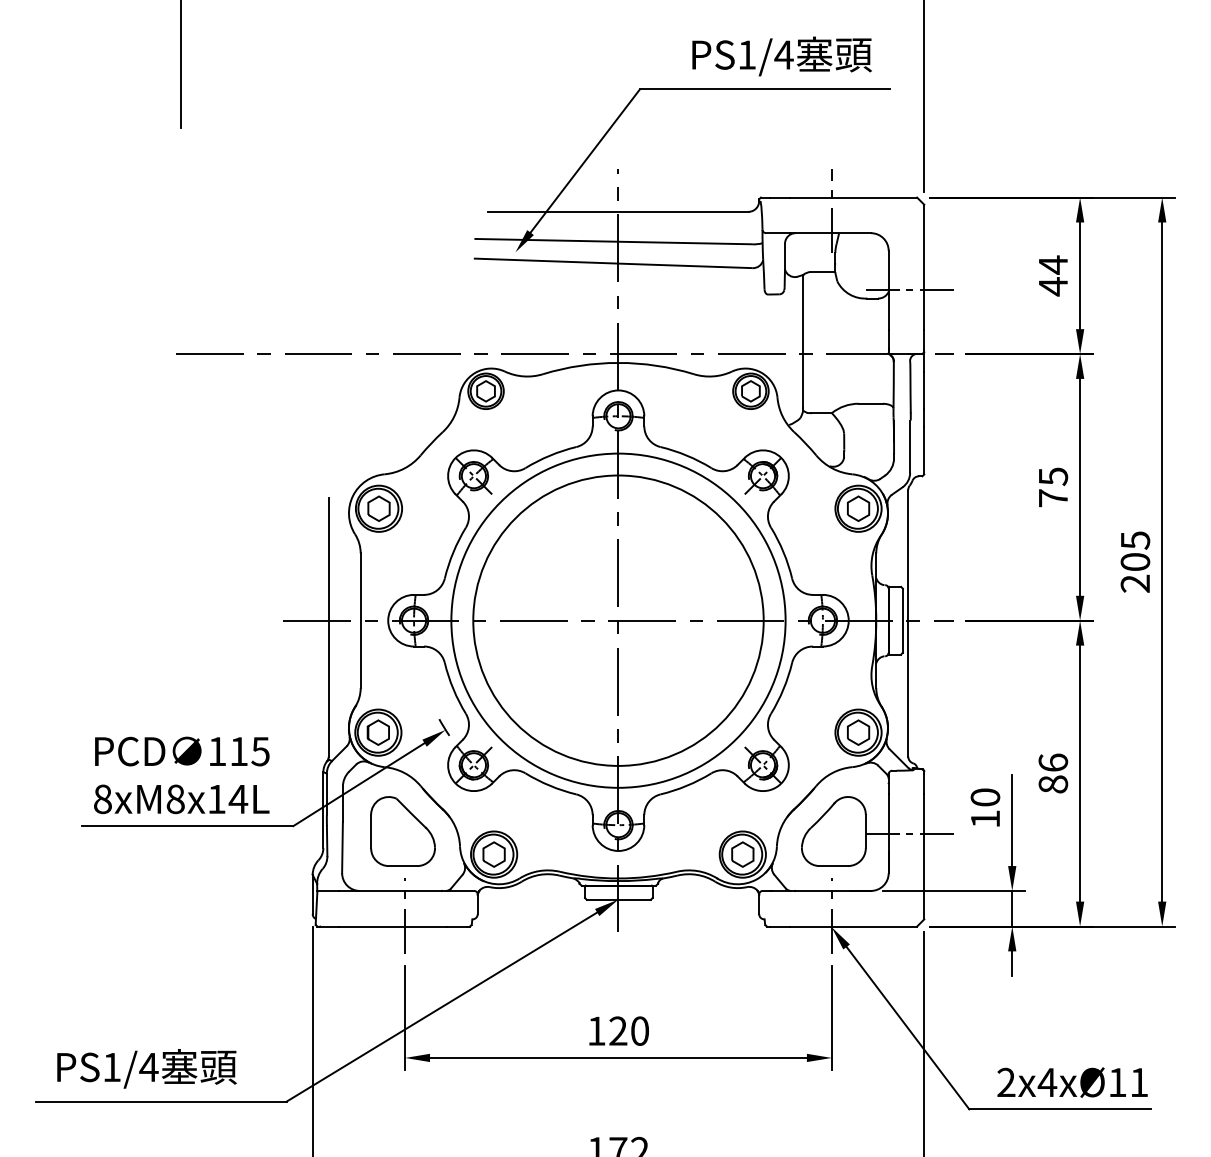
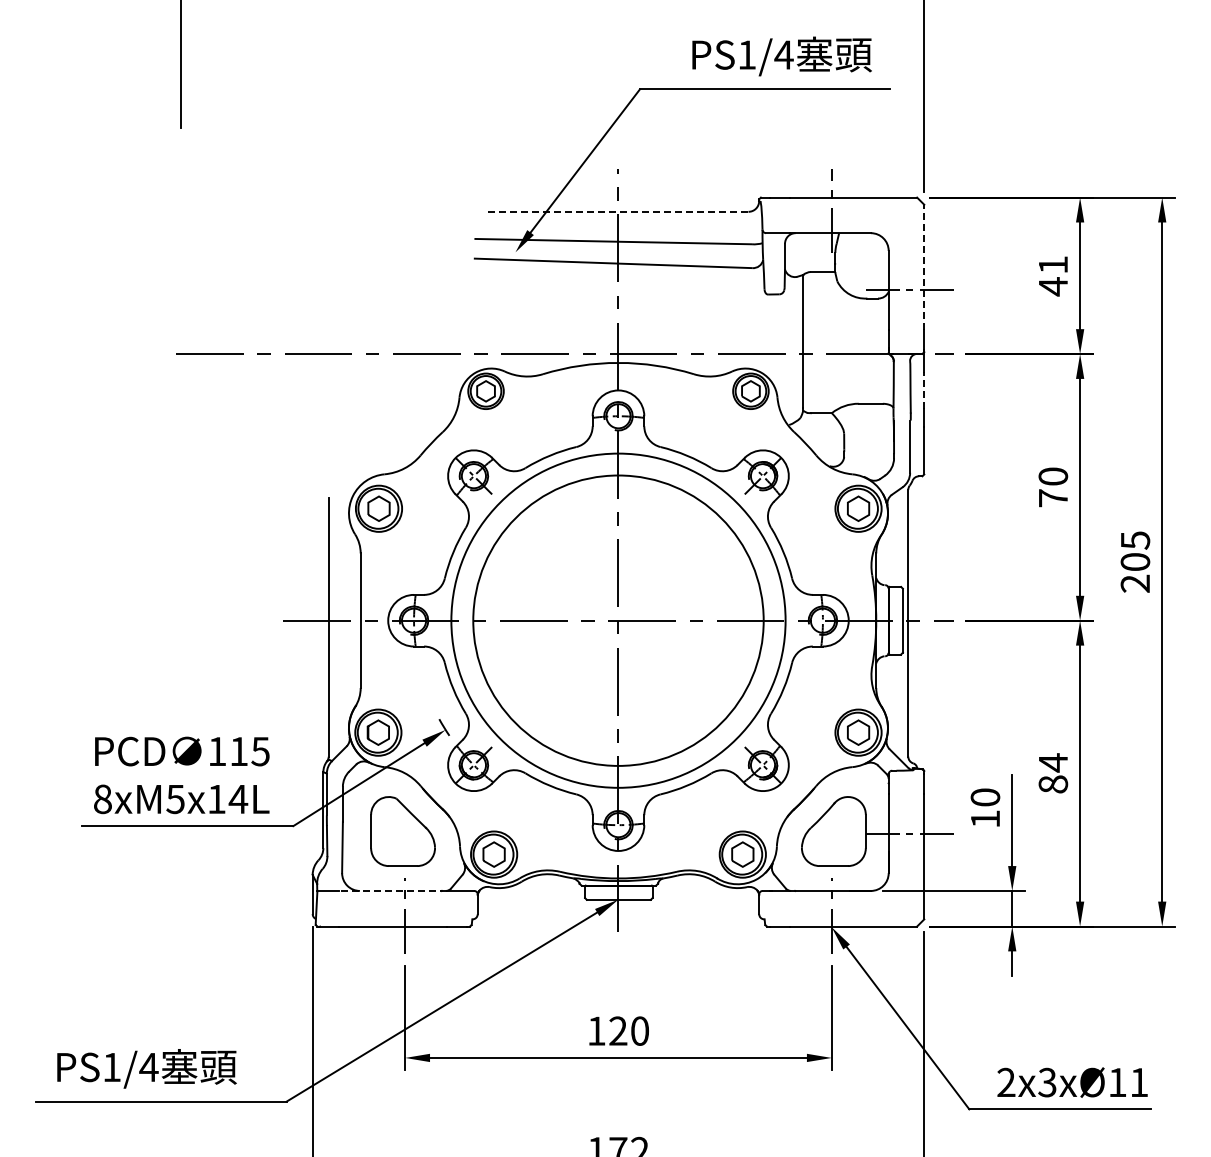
line at (618, 211): solid -> dashed
text at (1053, 264): 44 -> 41
line at (924, 267): solid -> dashed
line at (924, 390): solid -> dashed
text at (1053, 476): 75 -> 70
text at (1053, 762): 86 -> 84
text at (175, 798): 8xM8x14L -> 8xM5x14L
line at (392, 890): solid -> dashed
text at (1047, 1082): 2x4xØ11 -> 2x3xØ11
